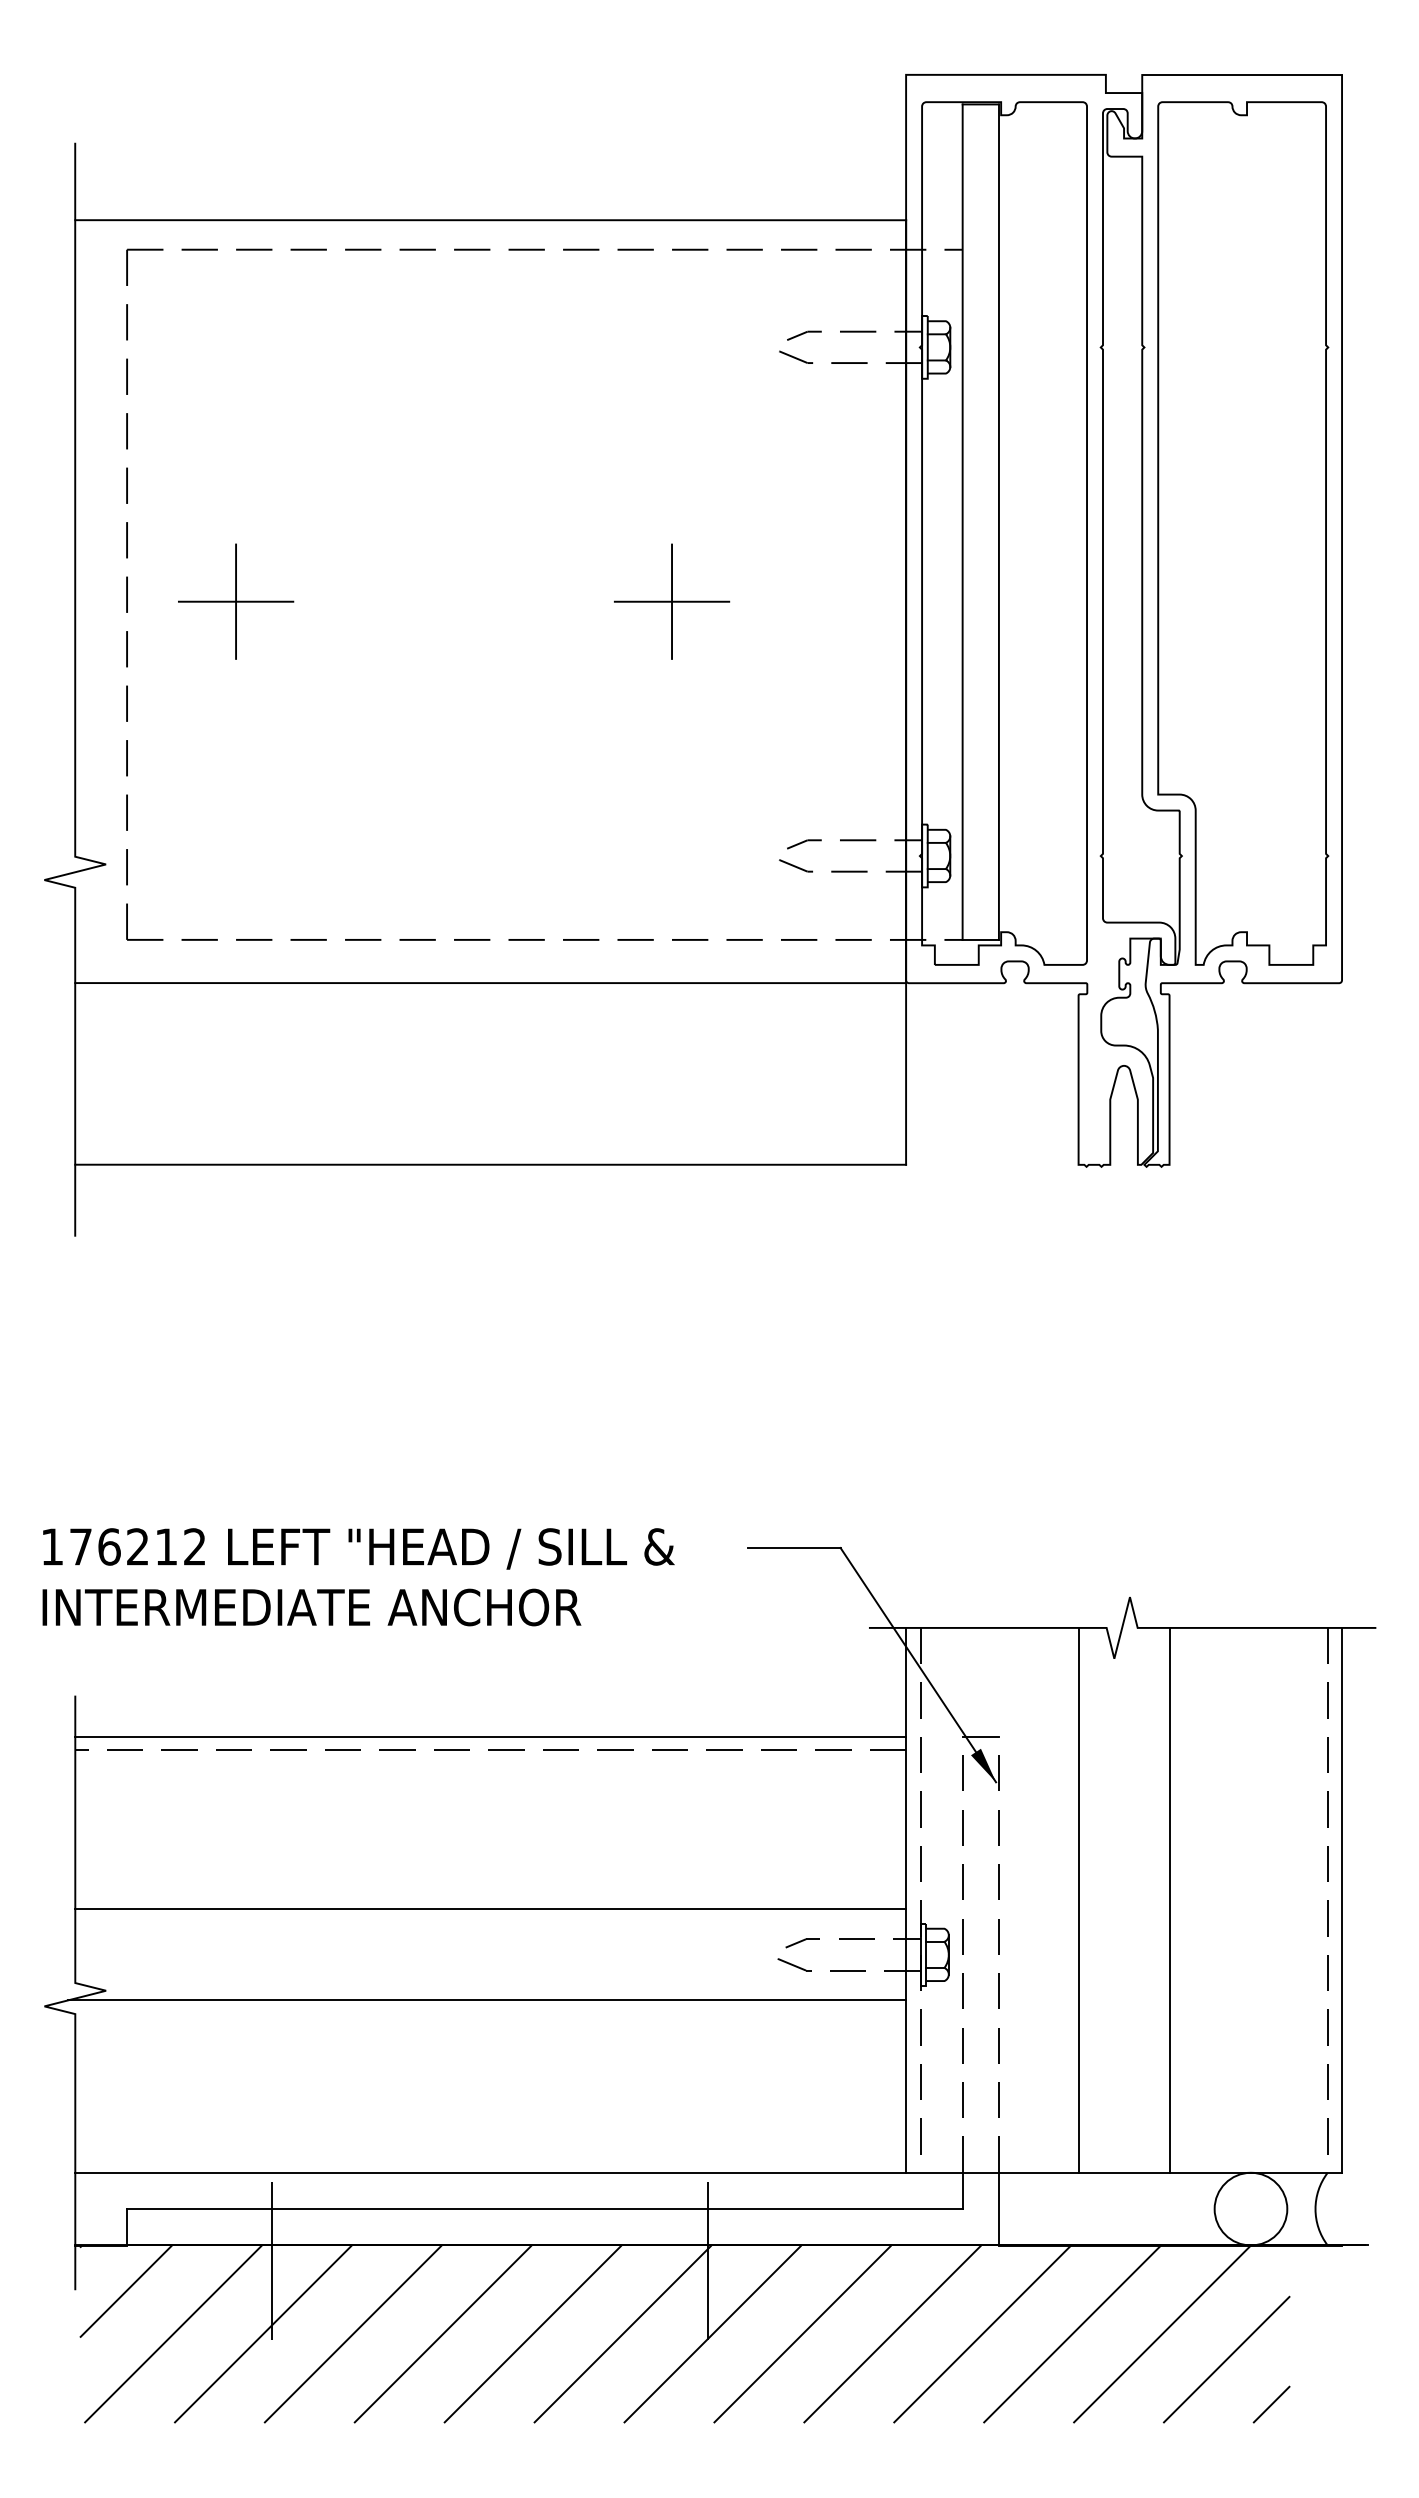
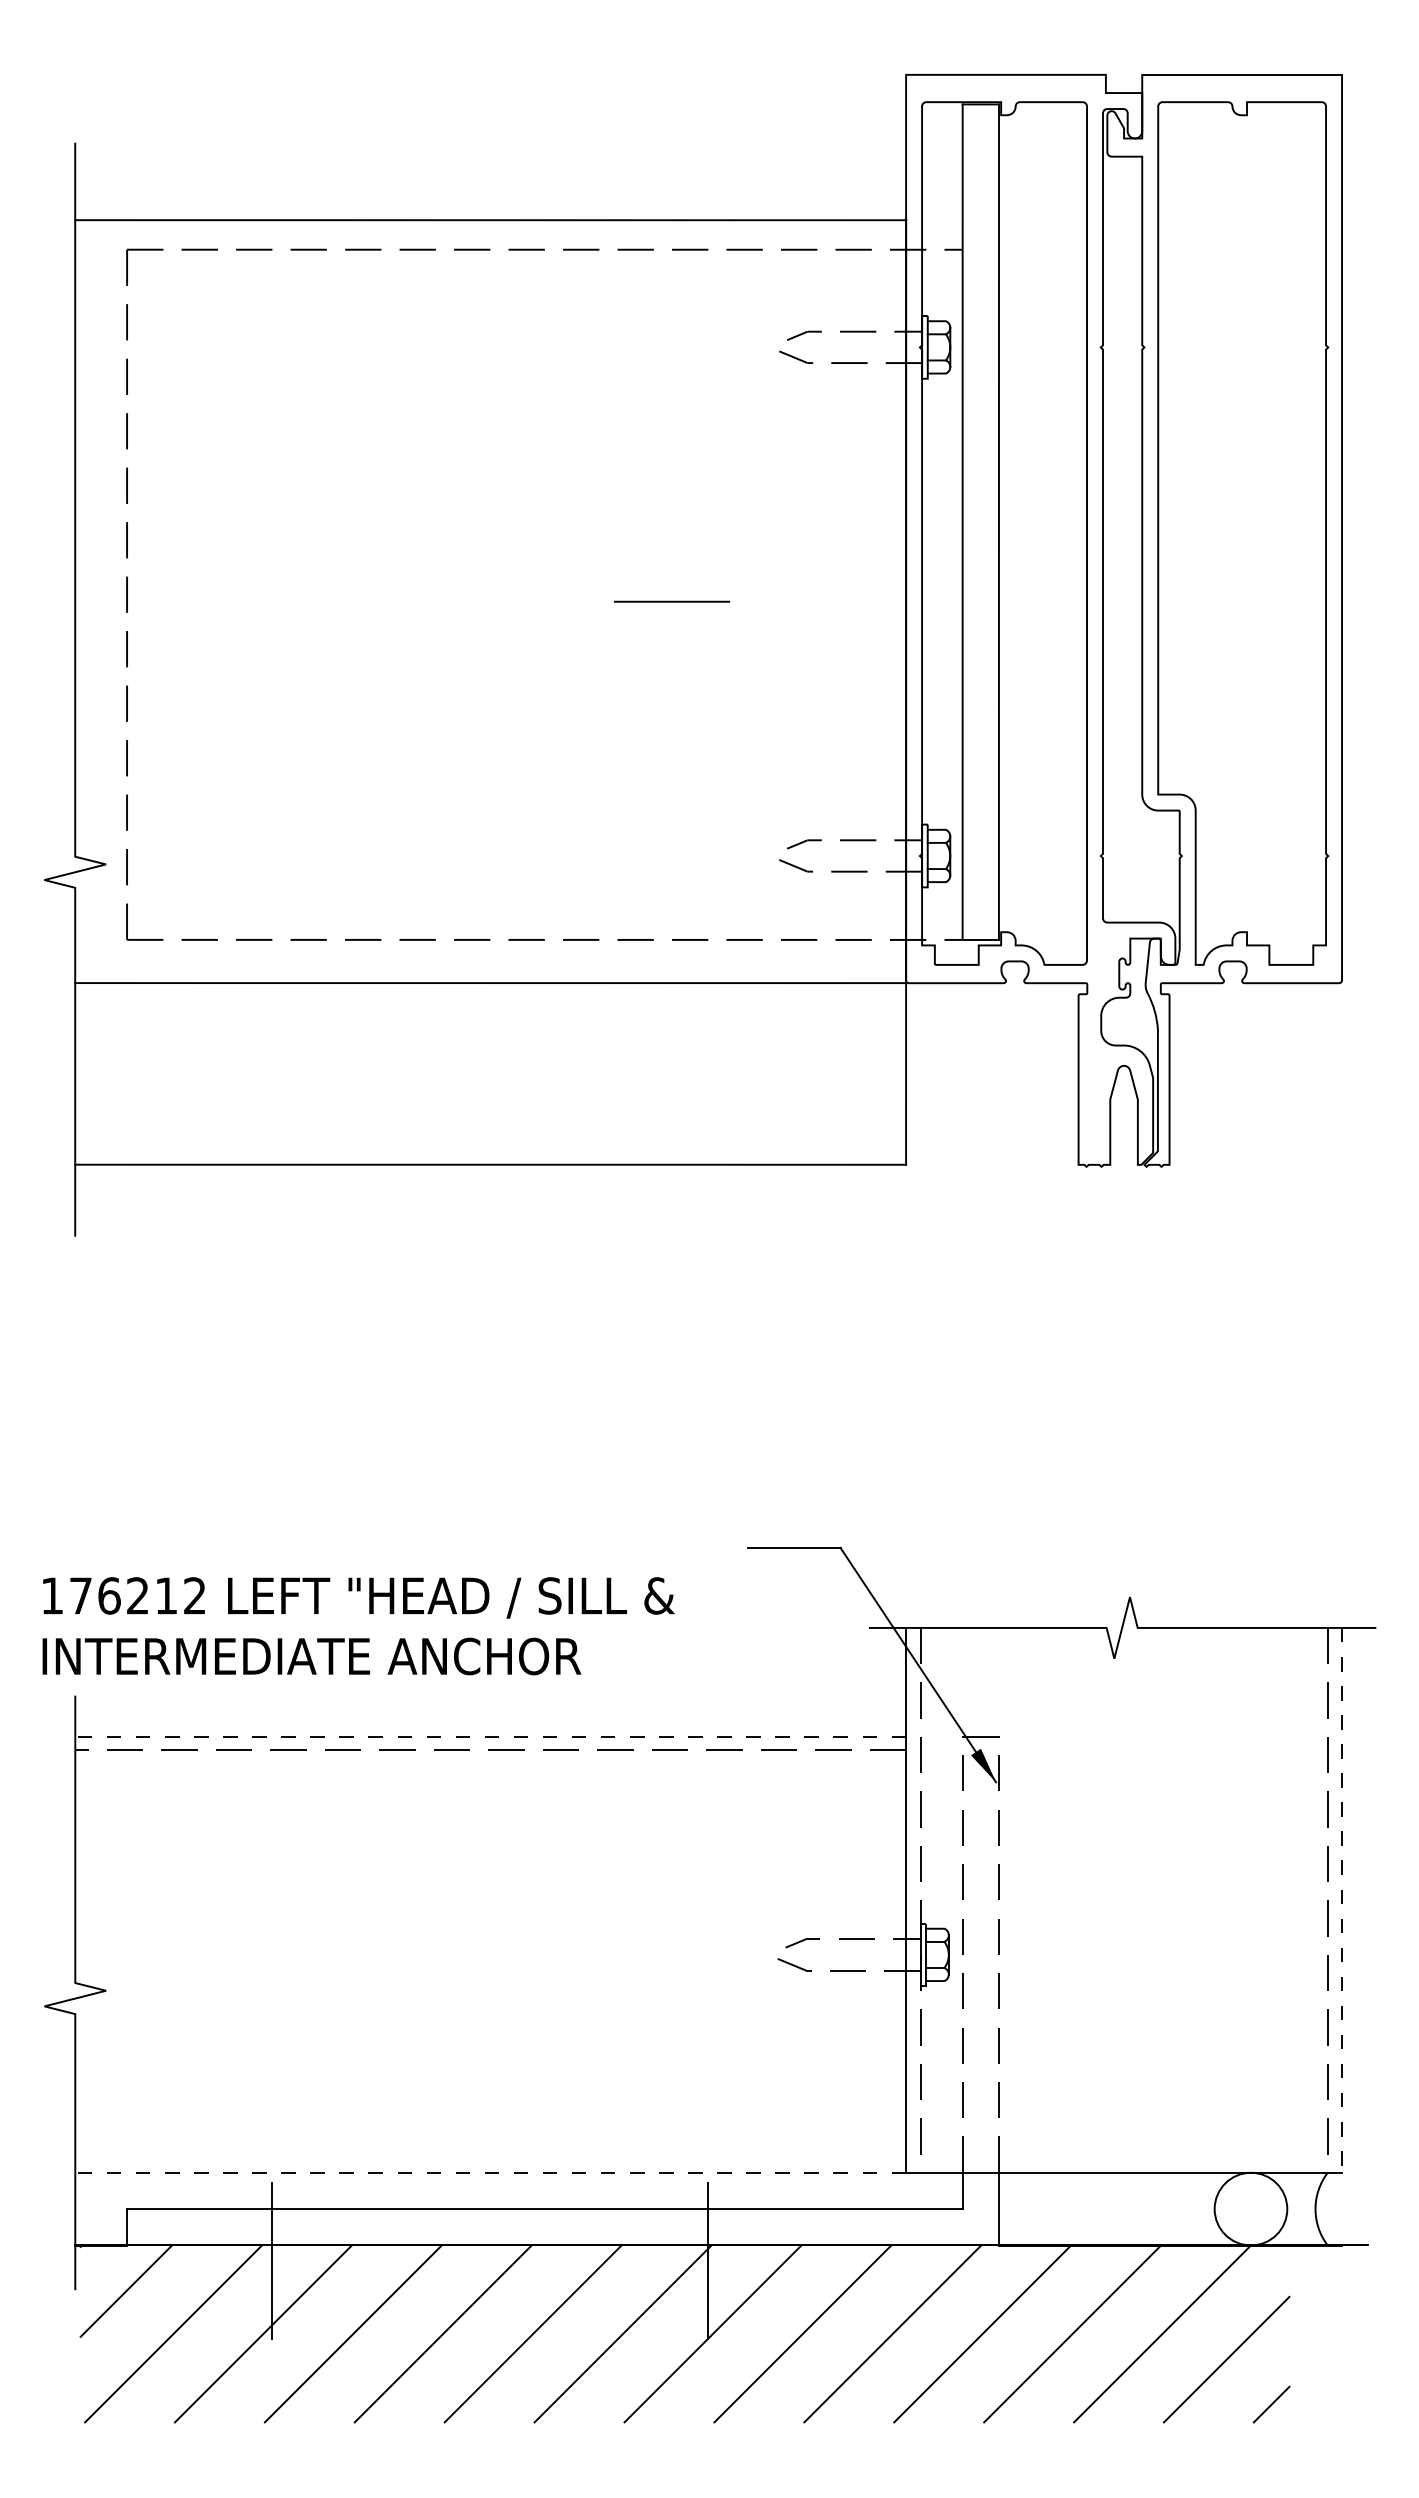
part at (236, 601): present -> none
line at (672, 601): present -> none
text at (358, 1577) position: (358, 1577) -> (358, 1626)
line at (490, 1736): solid -> dashed
line at (1078, 1899): present -> none
line at (1169, 1899): present -> none
line at (1342, 1900): solid -> dashed
line at (490, 1909): present -> none
line at (487, 2000): present -> none
line at (490, 2172): solid -> dashed
